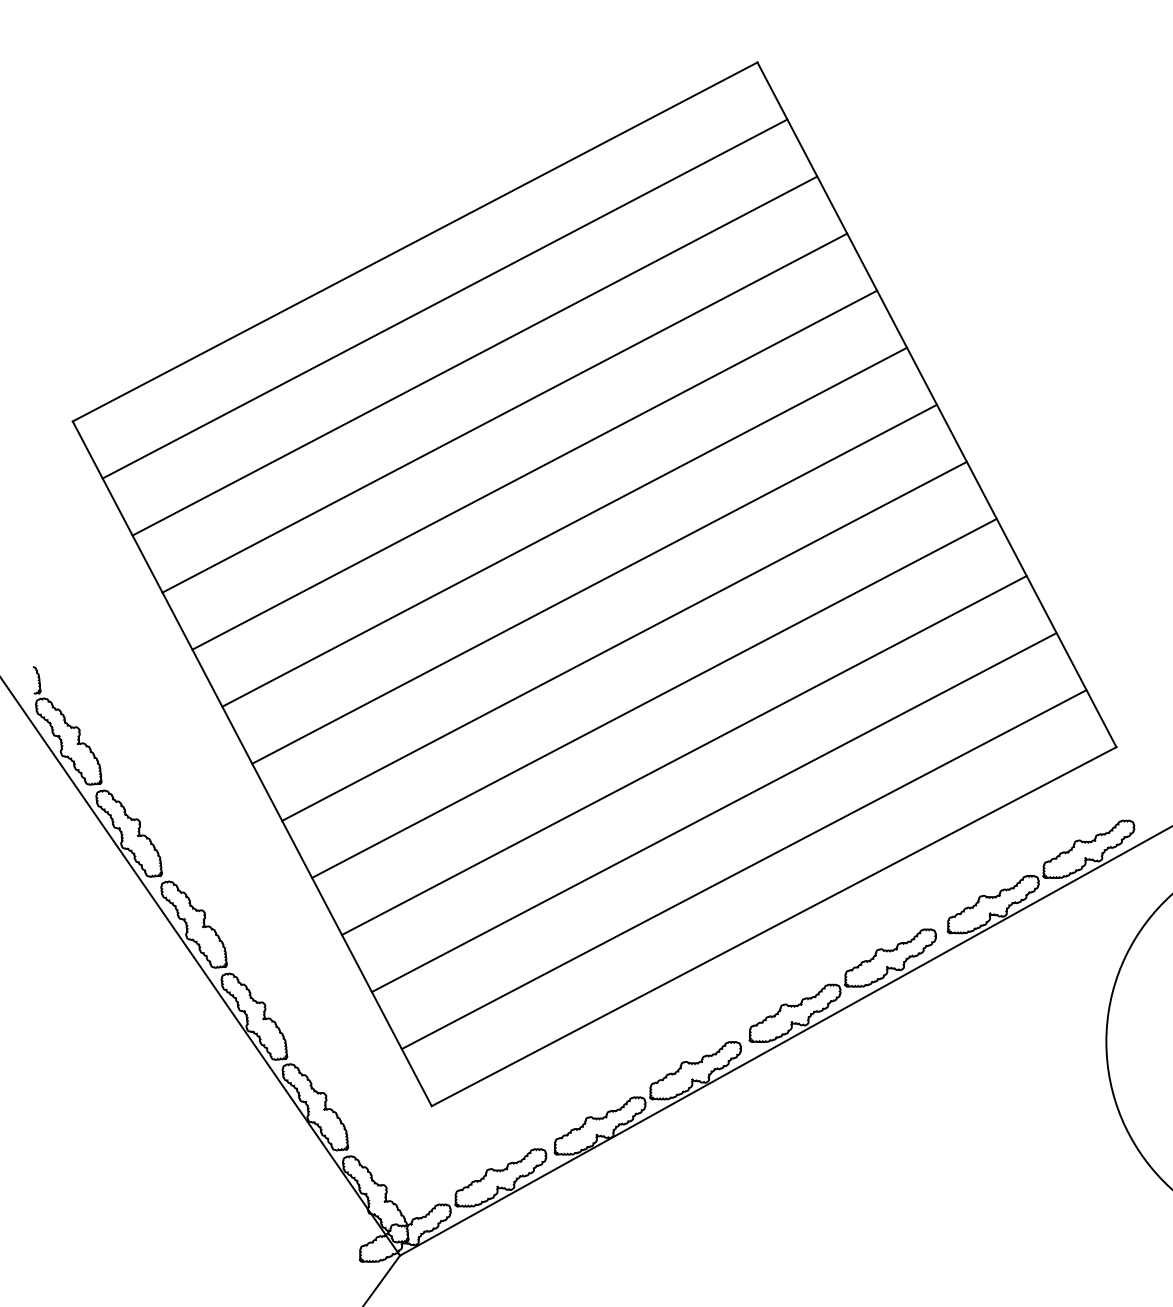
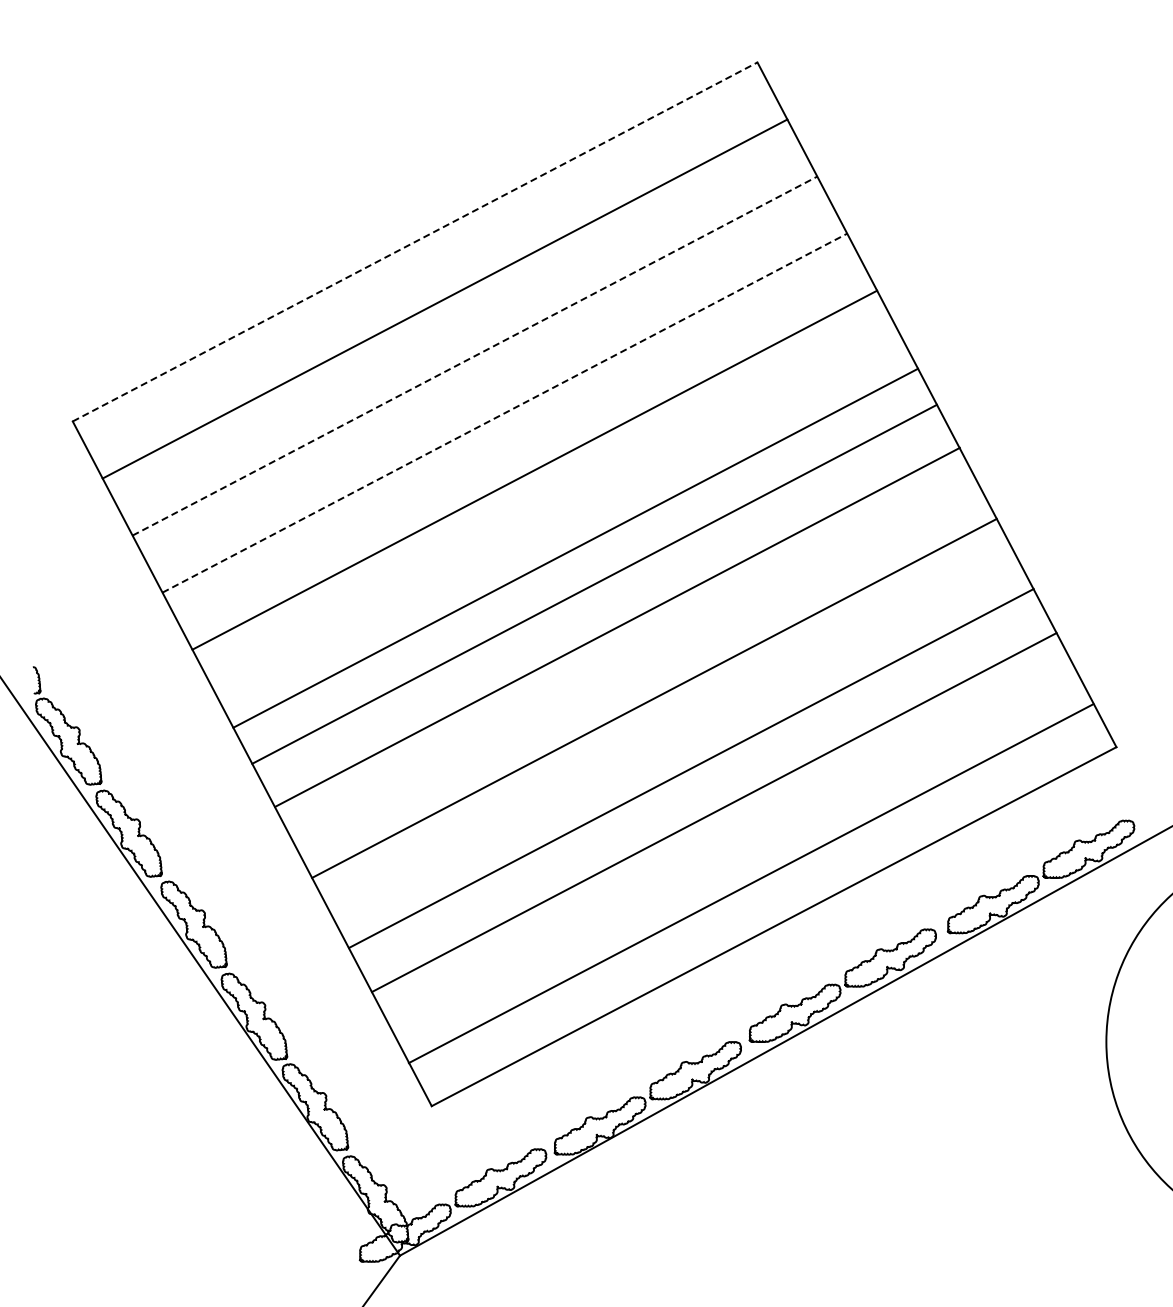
line at (415, 241): solid -> dashed
line at (474, 356): solid -> dashed
line at (504, 413): solid -> dashed
line at (564, 526) position: (564, 526) -> (575, 547)
line at (624, 640) position: (624, 640) -> (617, 626)
line at (684, 755) position: (684, 755) -> (691, 768)
line at (743, 869) position: (743, 869) -> (750, 883)
